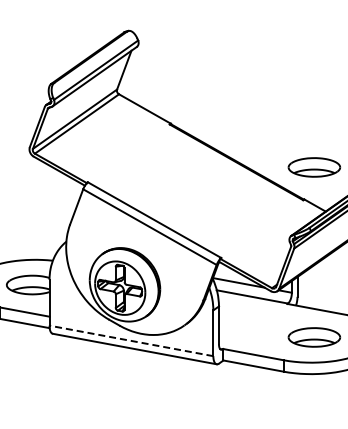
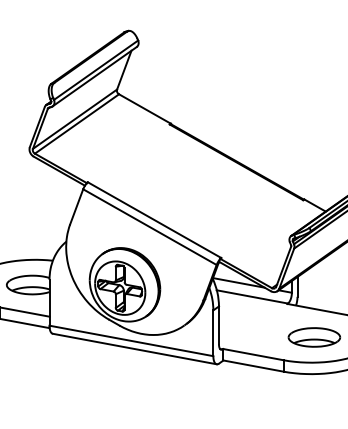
part at (314, 167): present -> none
line at (130, 340): dashed -> solid
